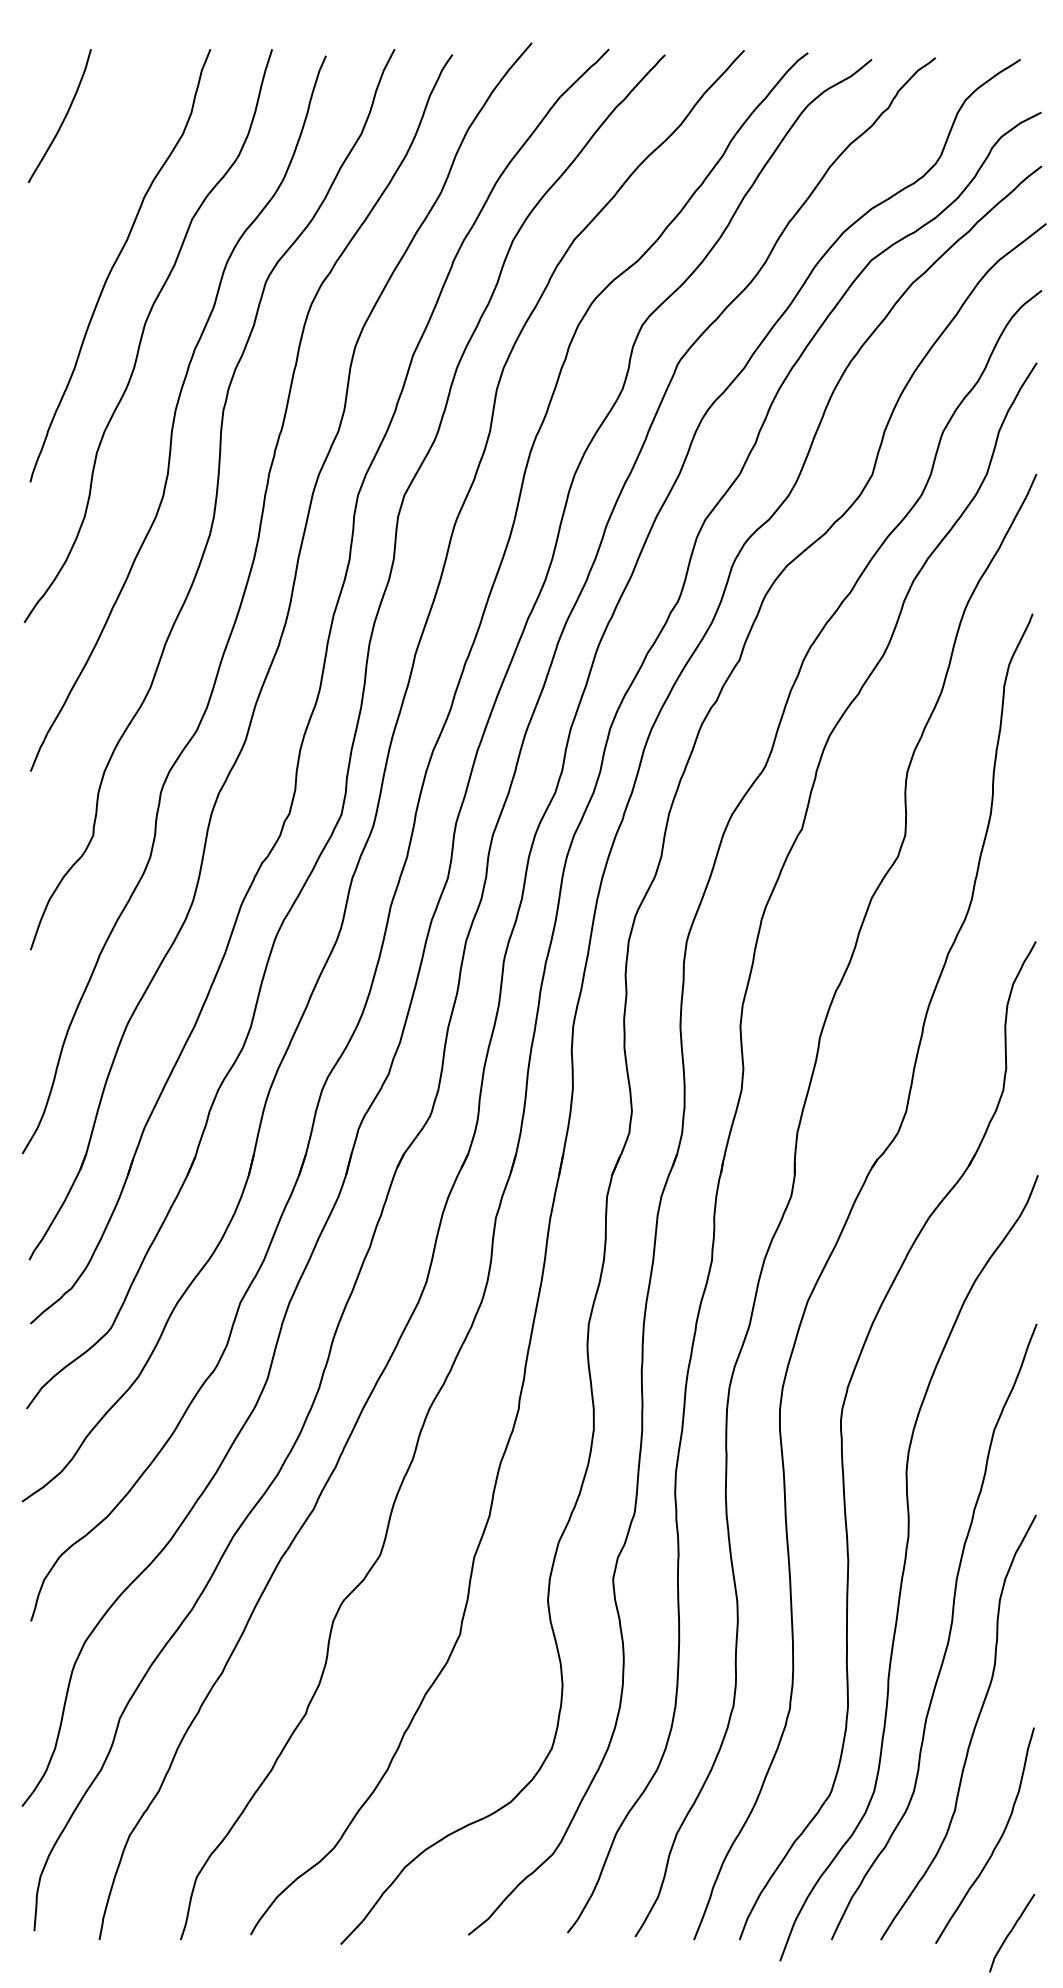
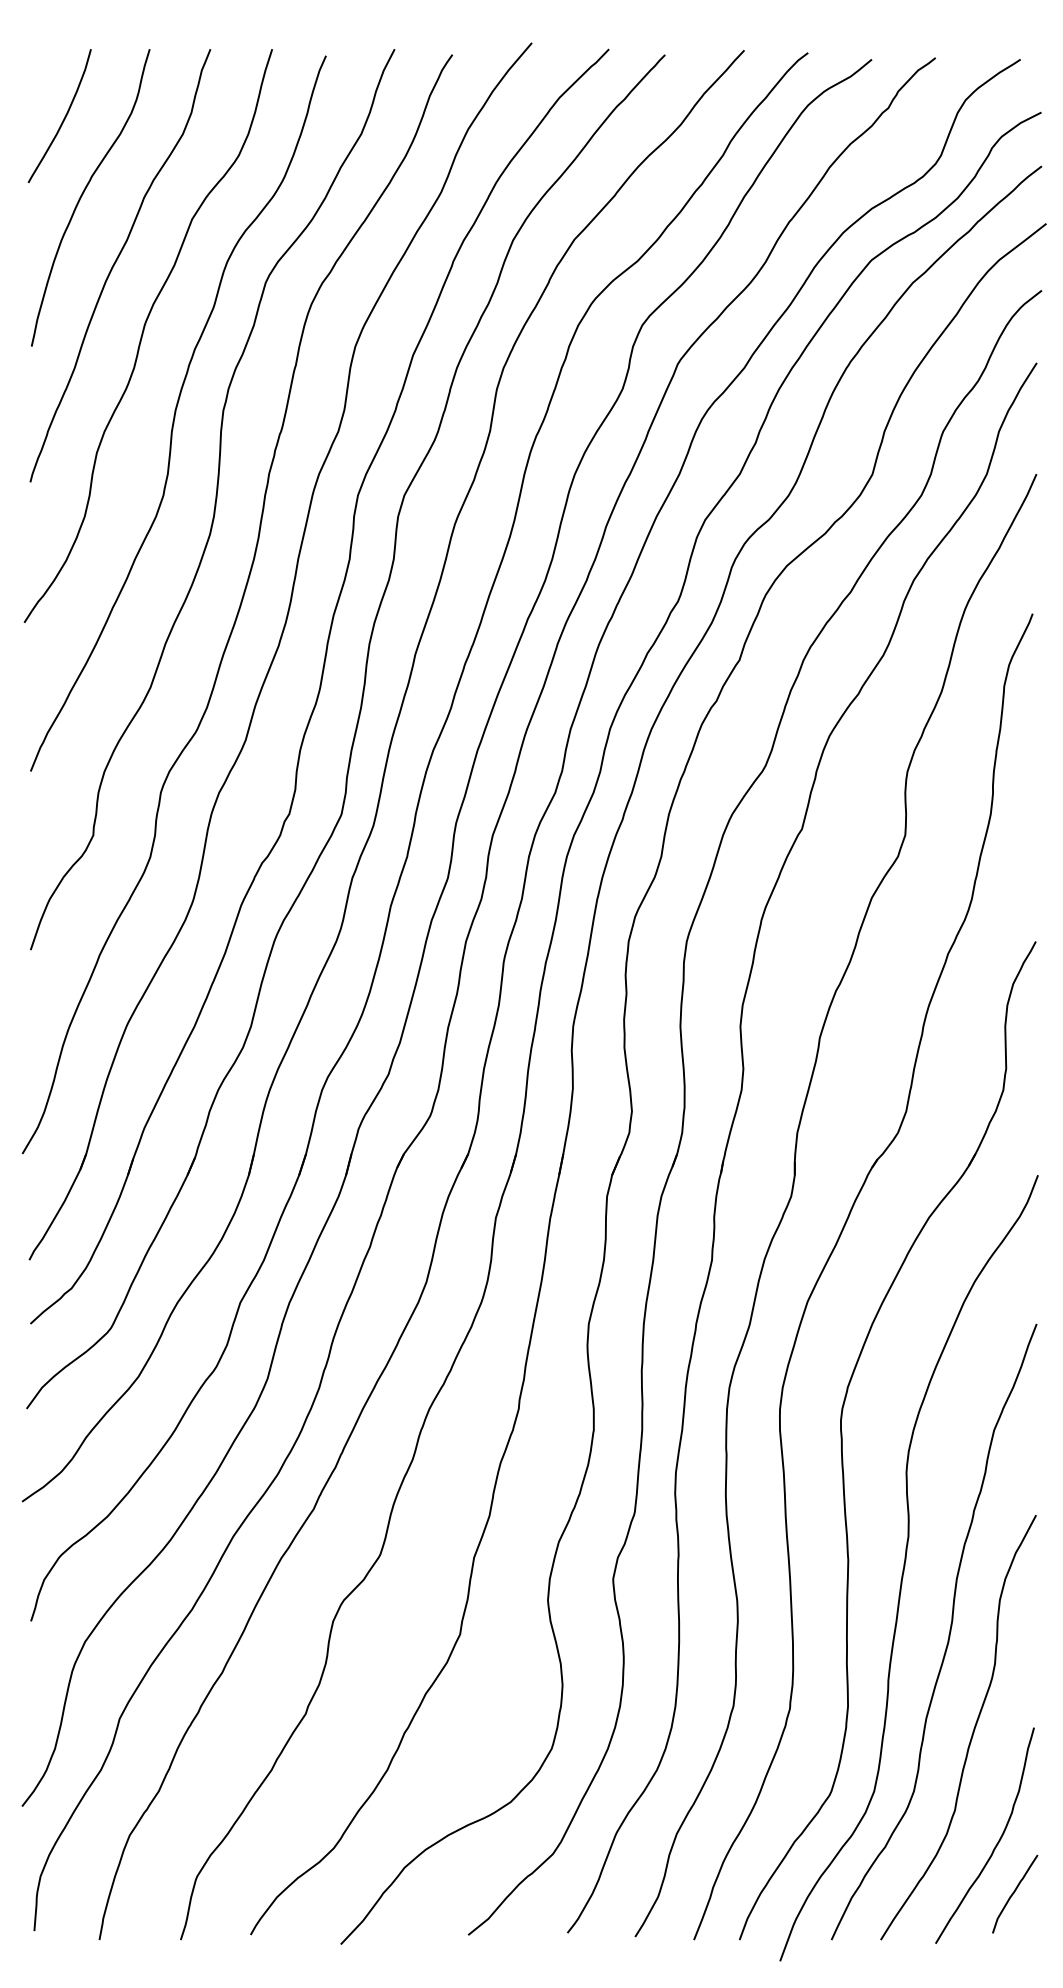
curve at (83, 194): none -> present
curve at (1012, 1931) position: (1012, 1931) -> (1015, 1892)
